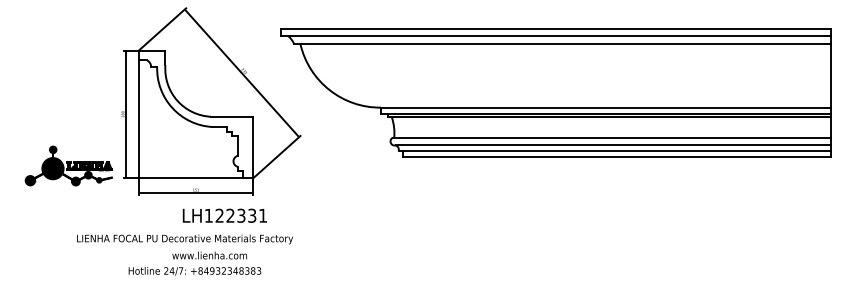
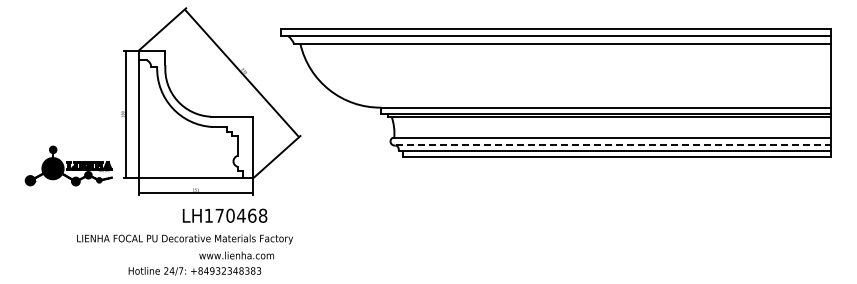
line at (613, 145): solid -> dashed
text at (241, 215): LH122331 -> LH170468
text at (209, 255) position: (209, 255) -> (236, 255)
